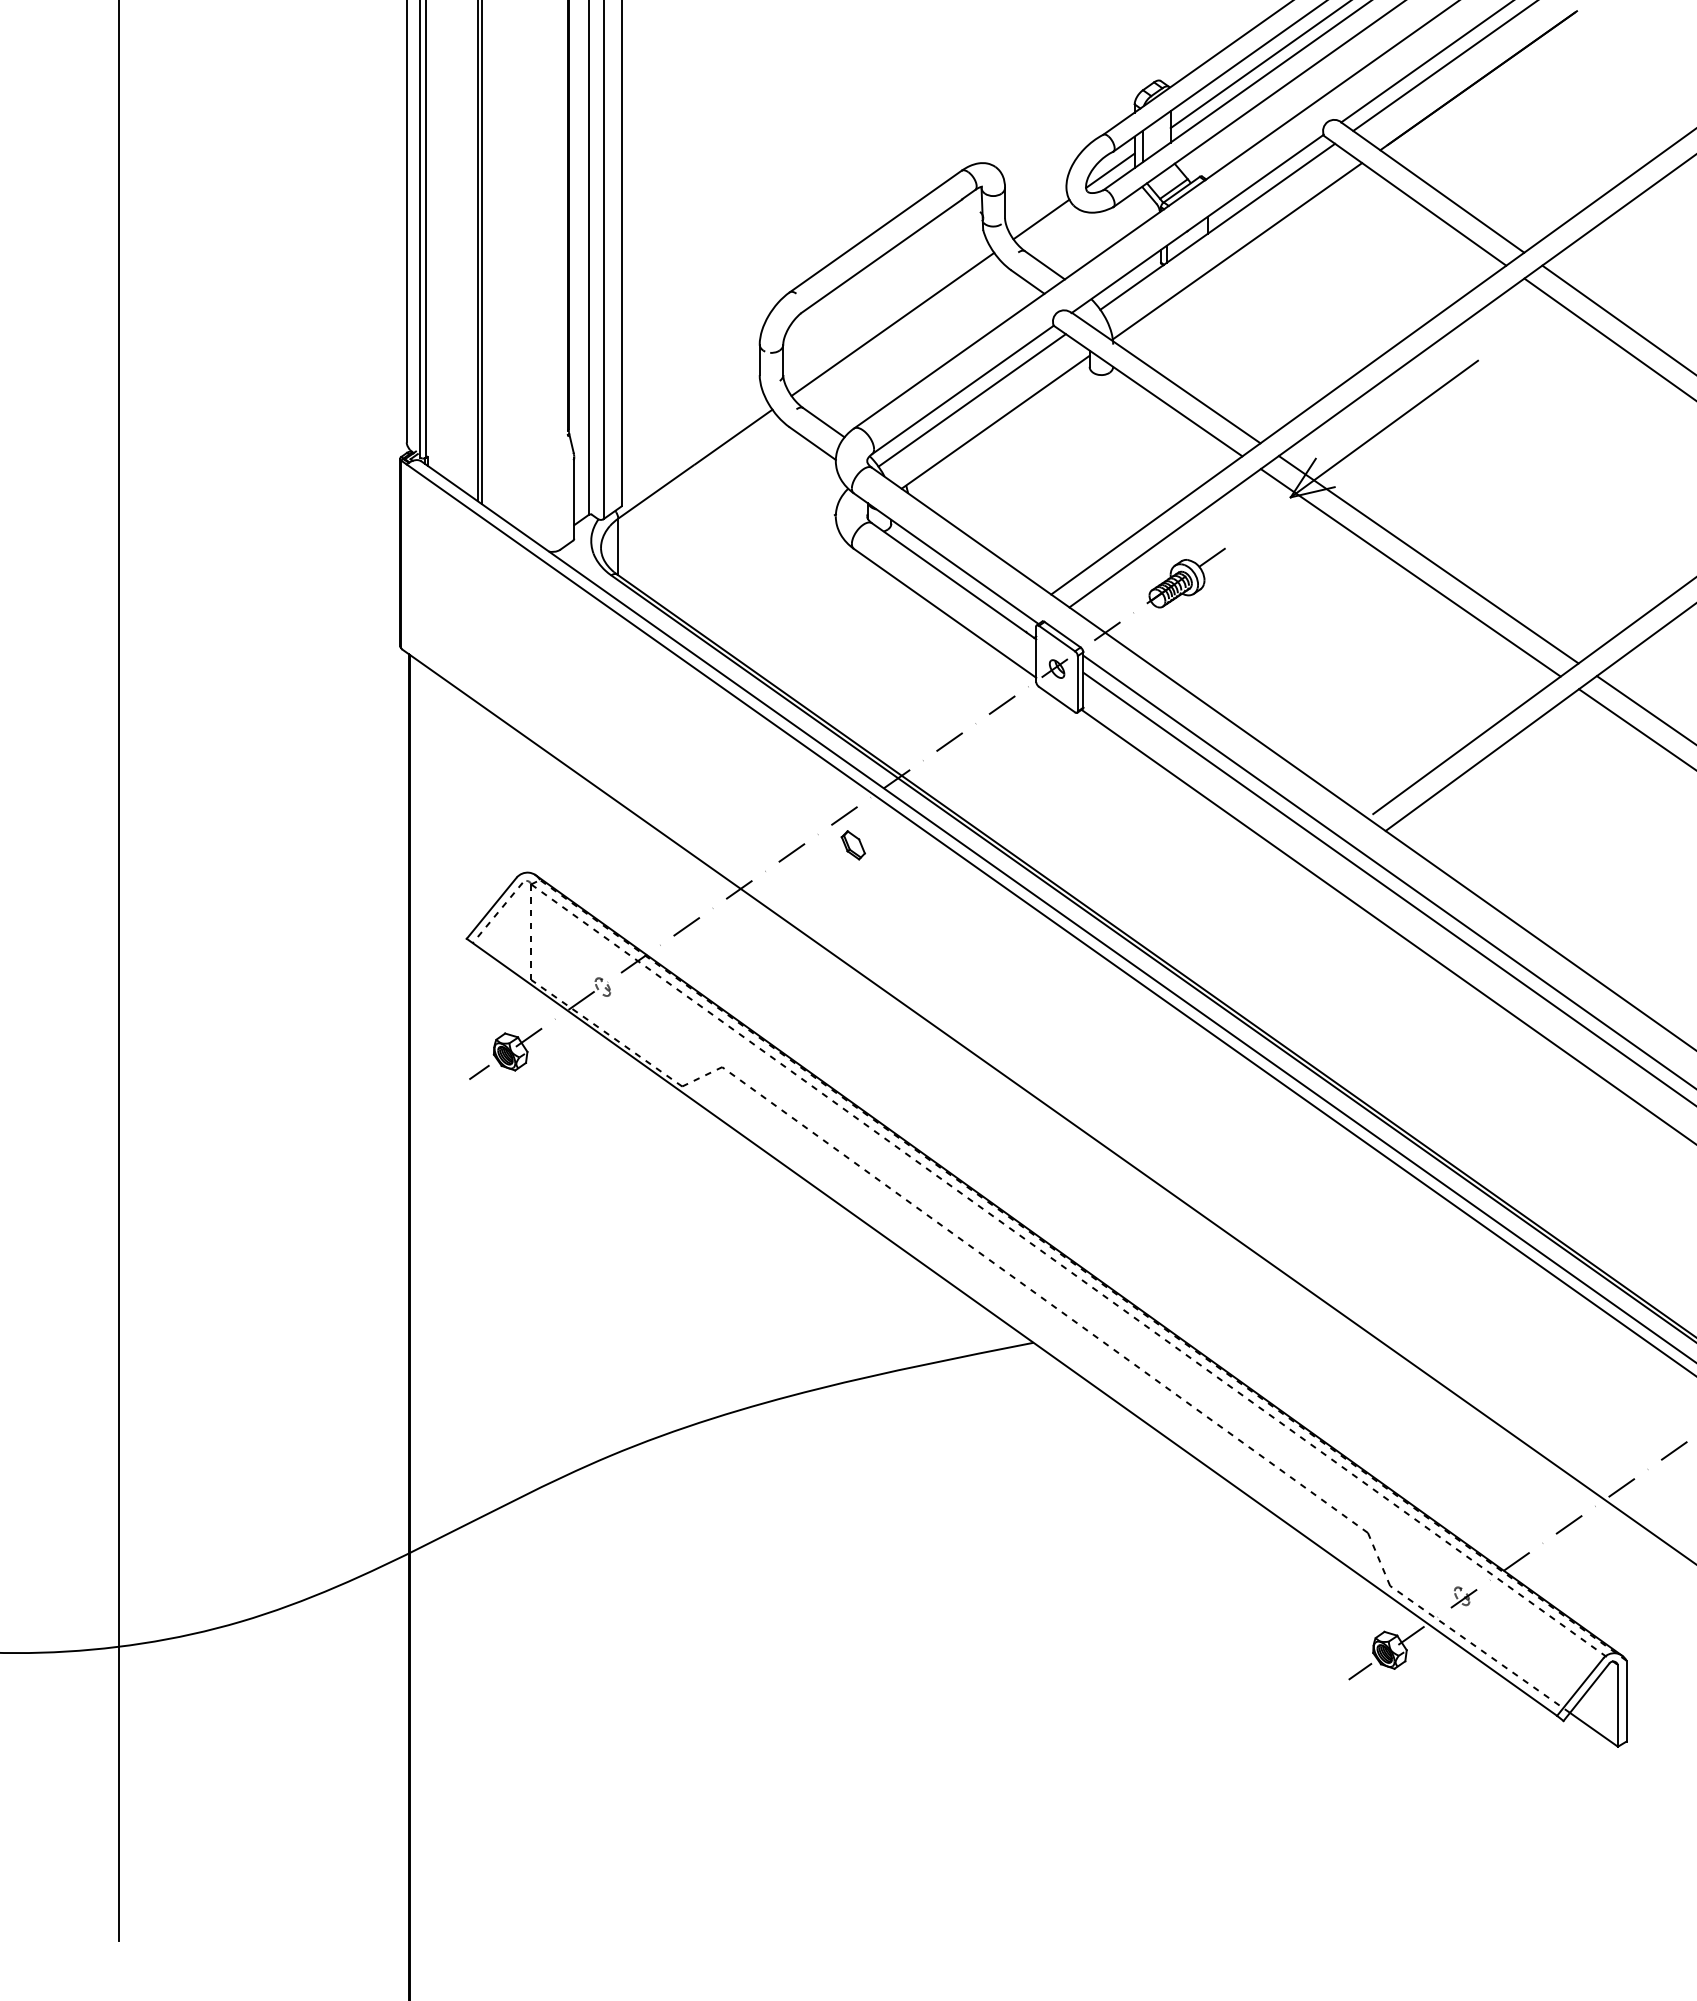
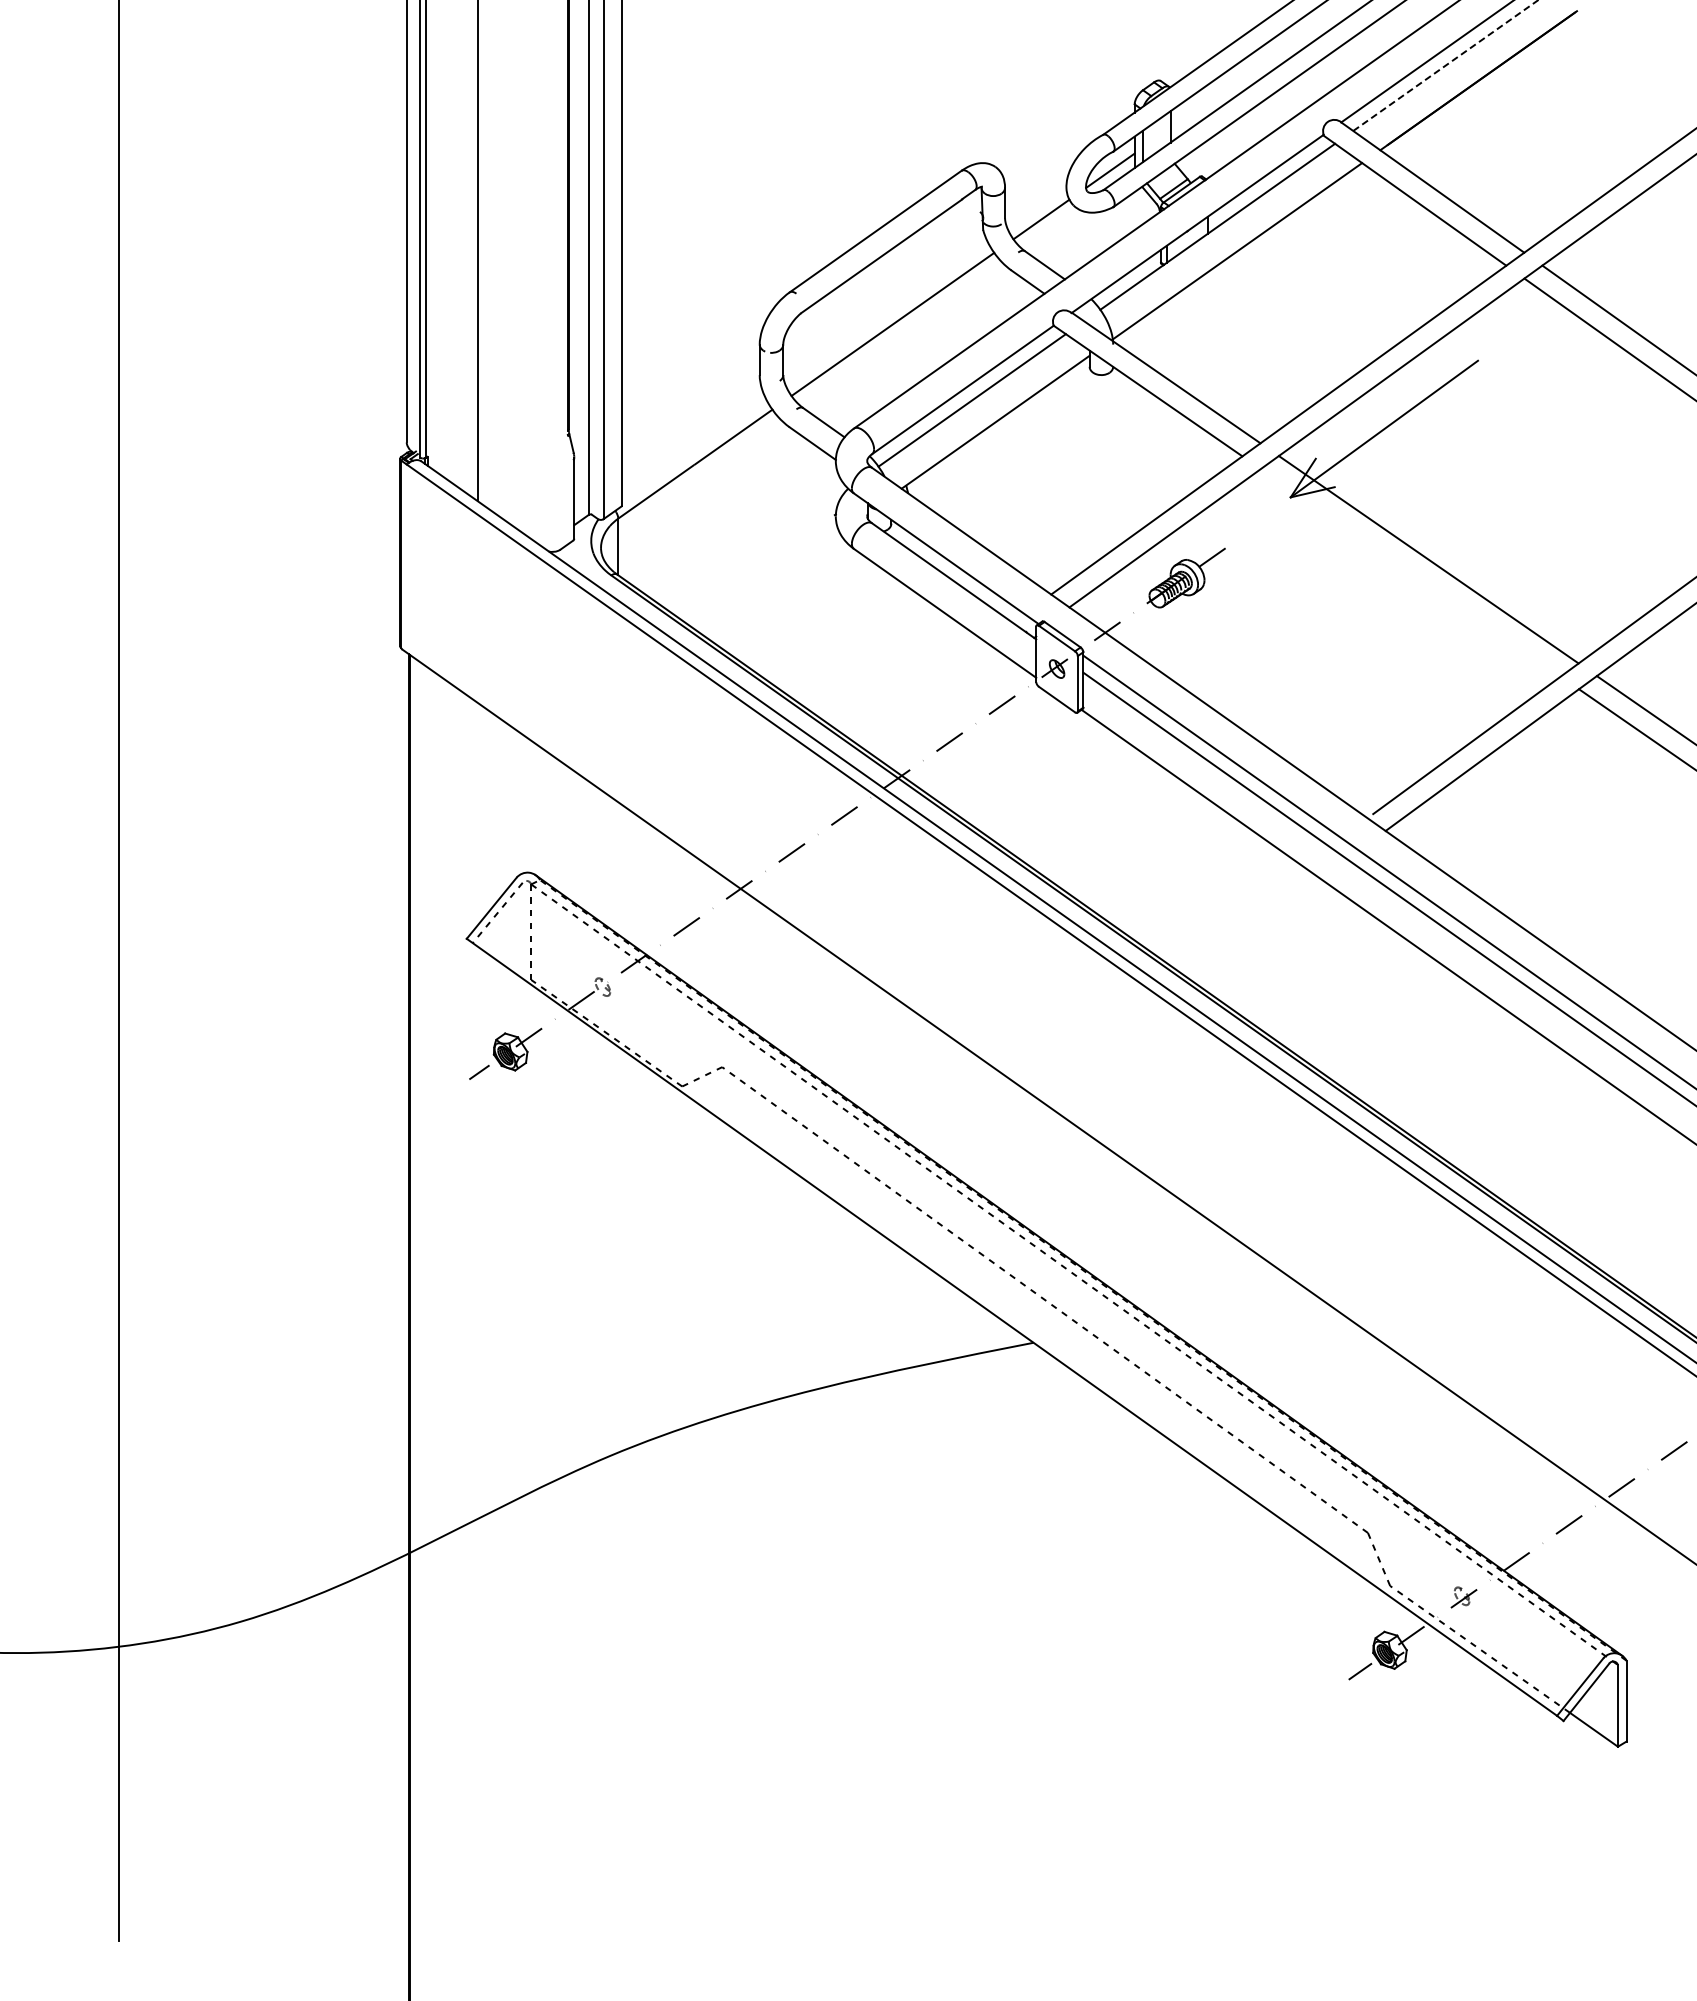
line at (1259, 65): present -> none
line at (1446, 65): solid -> dashed
line at (481, 252): present -> none
line at (1410, 572): present -> none
part at (852, 845): present -> none
